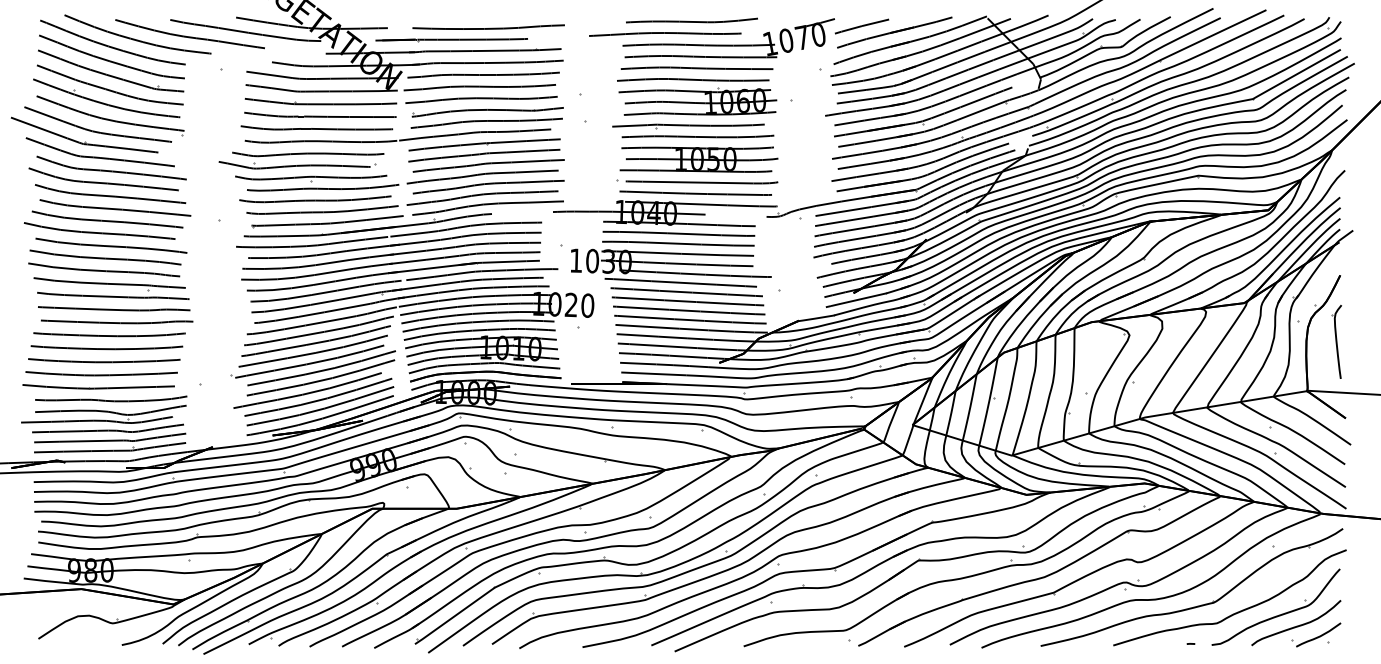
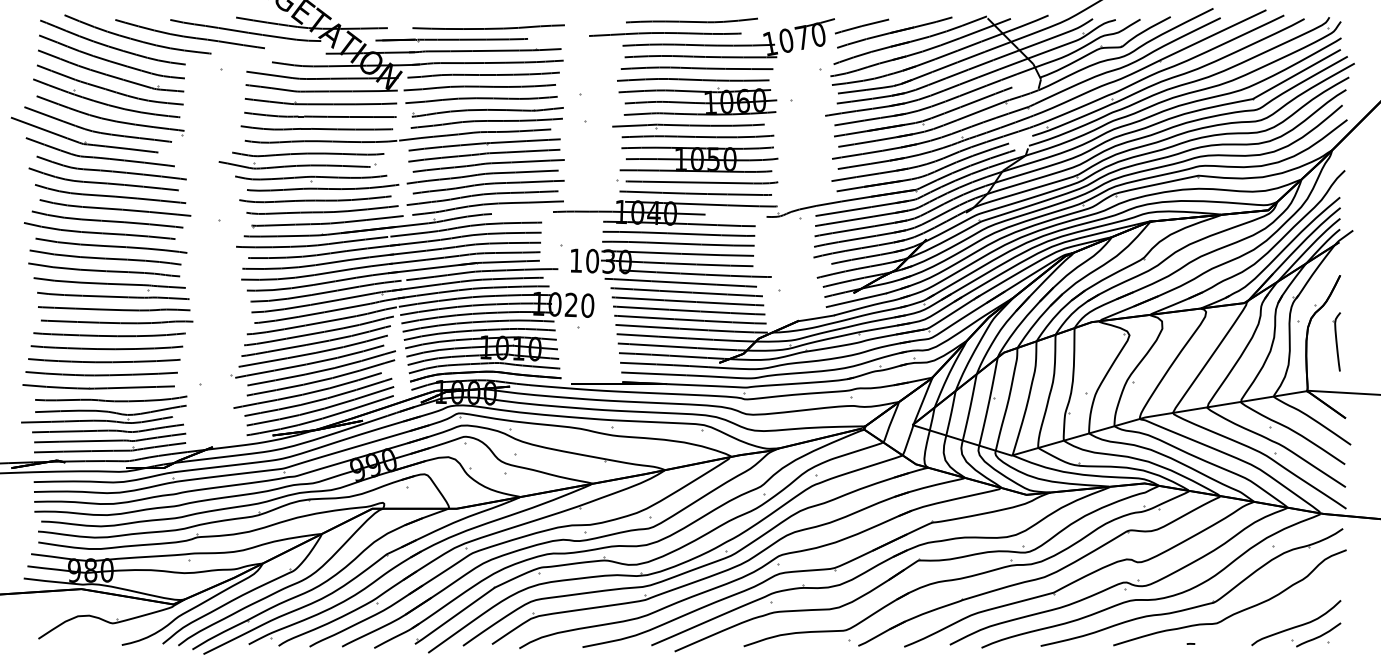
part at (1336, 341) size: 11x74 px -> 9x60 px
part at (1279, 614): present -> none
